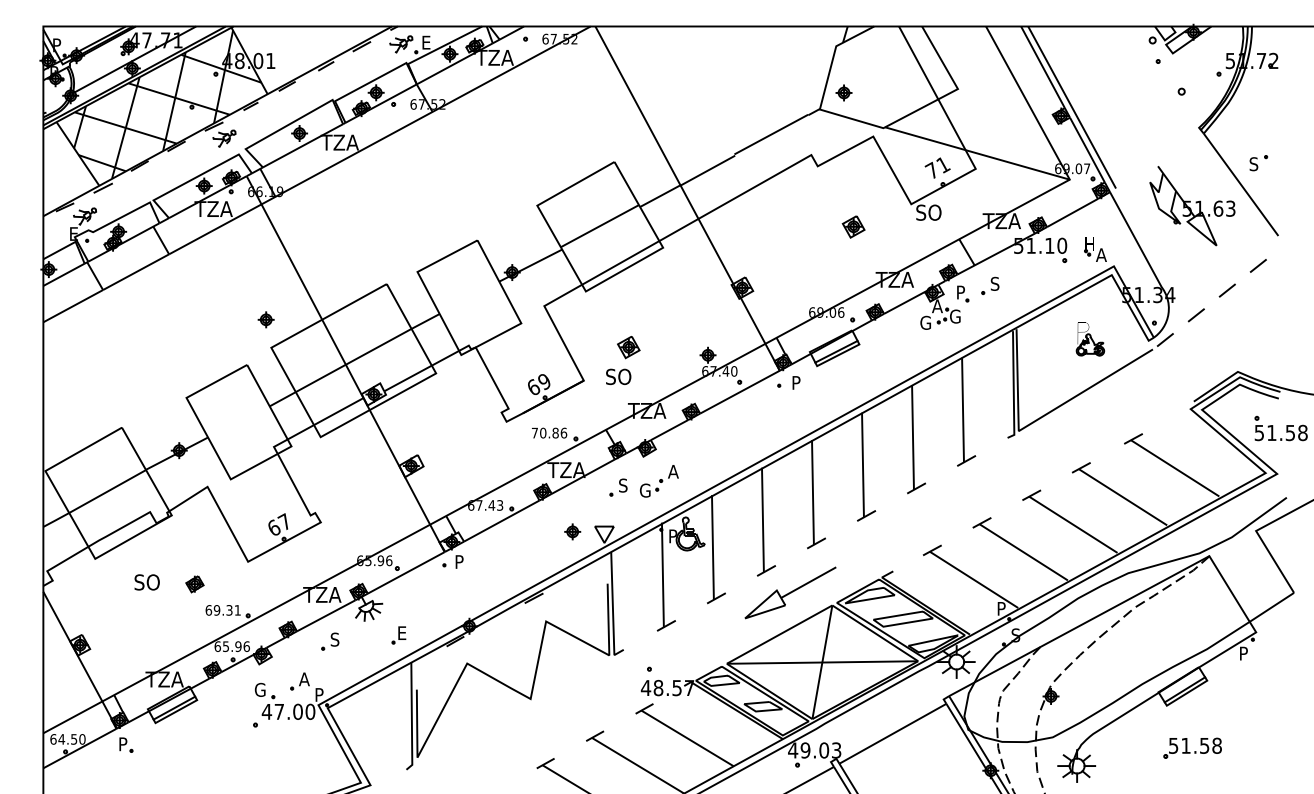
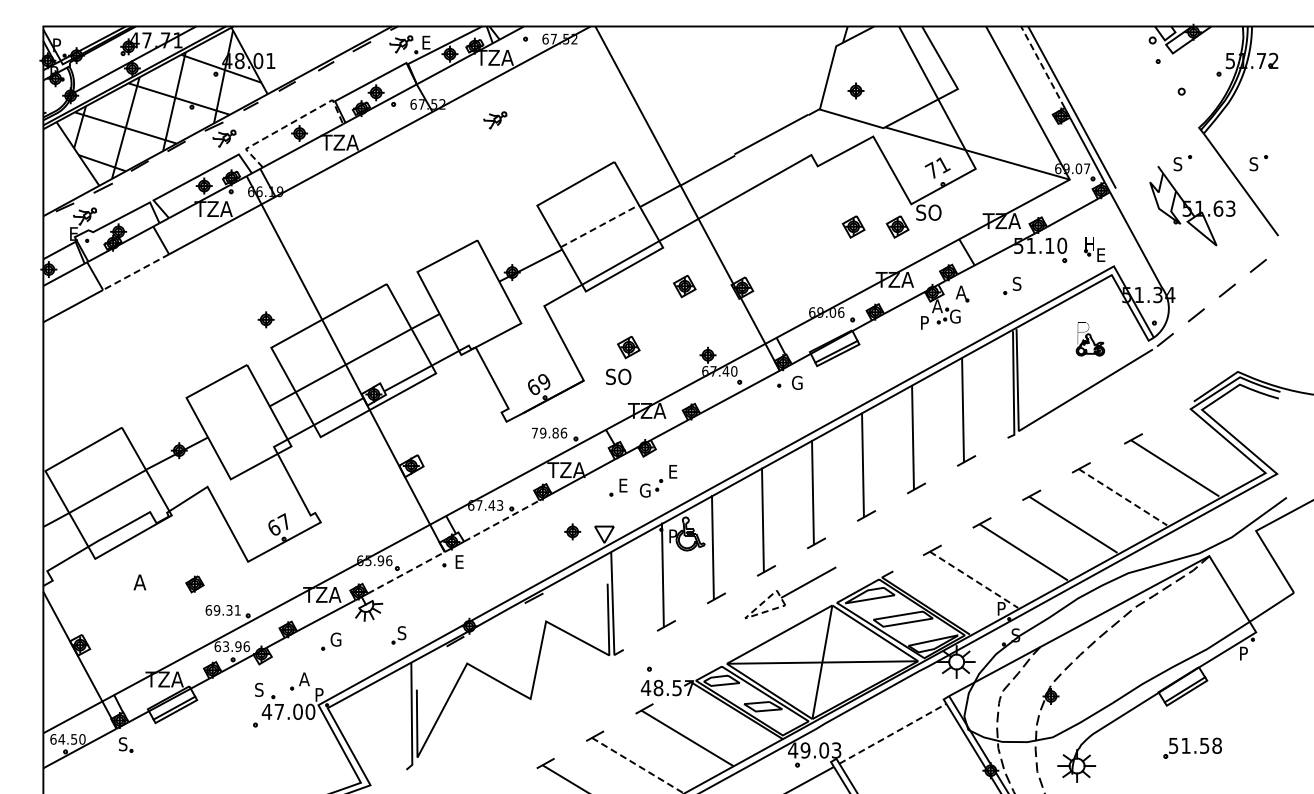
line at (1042, 66): solid -> dashed
part at (843, 92) position: (843, 92) -> (855, 90)
part at (495, 120): none -> present
line at (290, 124): solid -> dashed
part at (1182, 163): none -> present
line at (600, 226): solid -> dashed
part at (897, 226): none -> present
text at (1101, 254): A -> E
line at (136, 272): solid -> dashed
part at (990, 285) position: (990, 285) -> (1012, 285)
part at (684, 286): none -> present
text at (960, 292): P -> A
text at (925, 322): G -> P
text at (797, 382): P -> G
part at (1280, 428): present -> none
text at (543, 433): 70.86 -> 79.86
text at (673, 471): A -> E
text at (623, 485): S -> E
line at (1123, 497): solid -> dashed
line at (501, 521): solid -> dashed
text at (460, 561): P -> E
line at (406, 572): solid -> dashed
line at (974, 580): solid -> dashed
text at (146, 582): SO -> A
line at (751, 612): solid -> dashed
text at (401, 633): E -> S
text at (335, 639): S -> G
text at (225, 645): 65.96 -> 63.96
text at (259, 689): G -> S
line at (893, 733): solid -> dashed
text at (123, 744): P -> S
line at (638, 765): solid -> dashed
